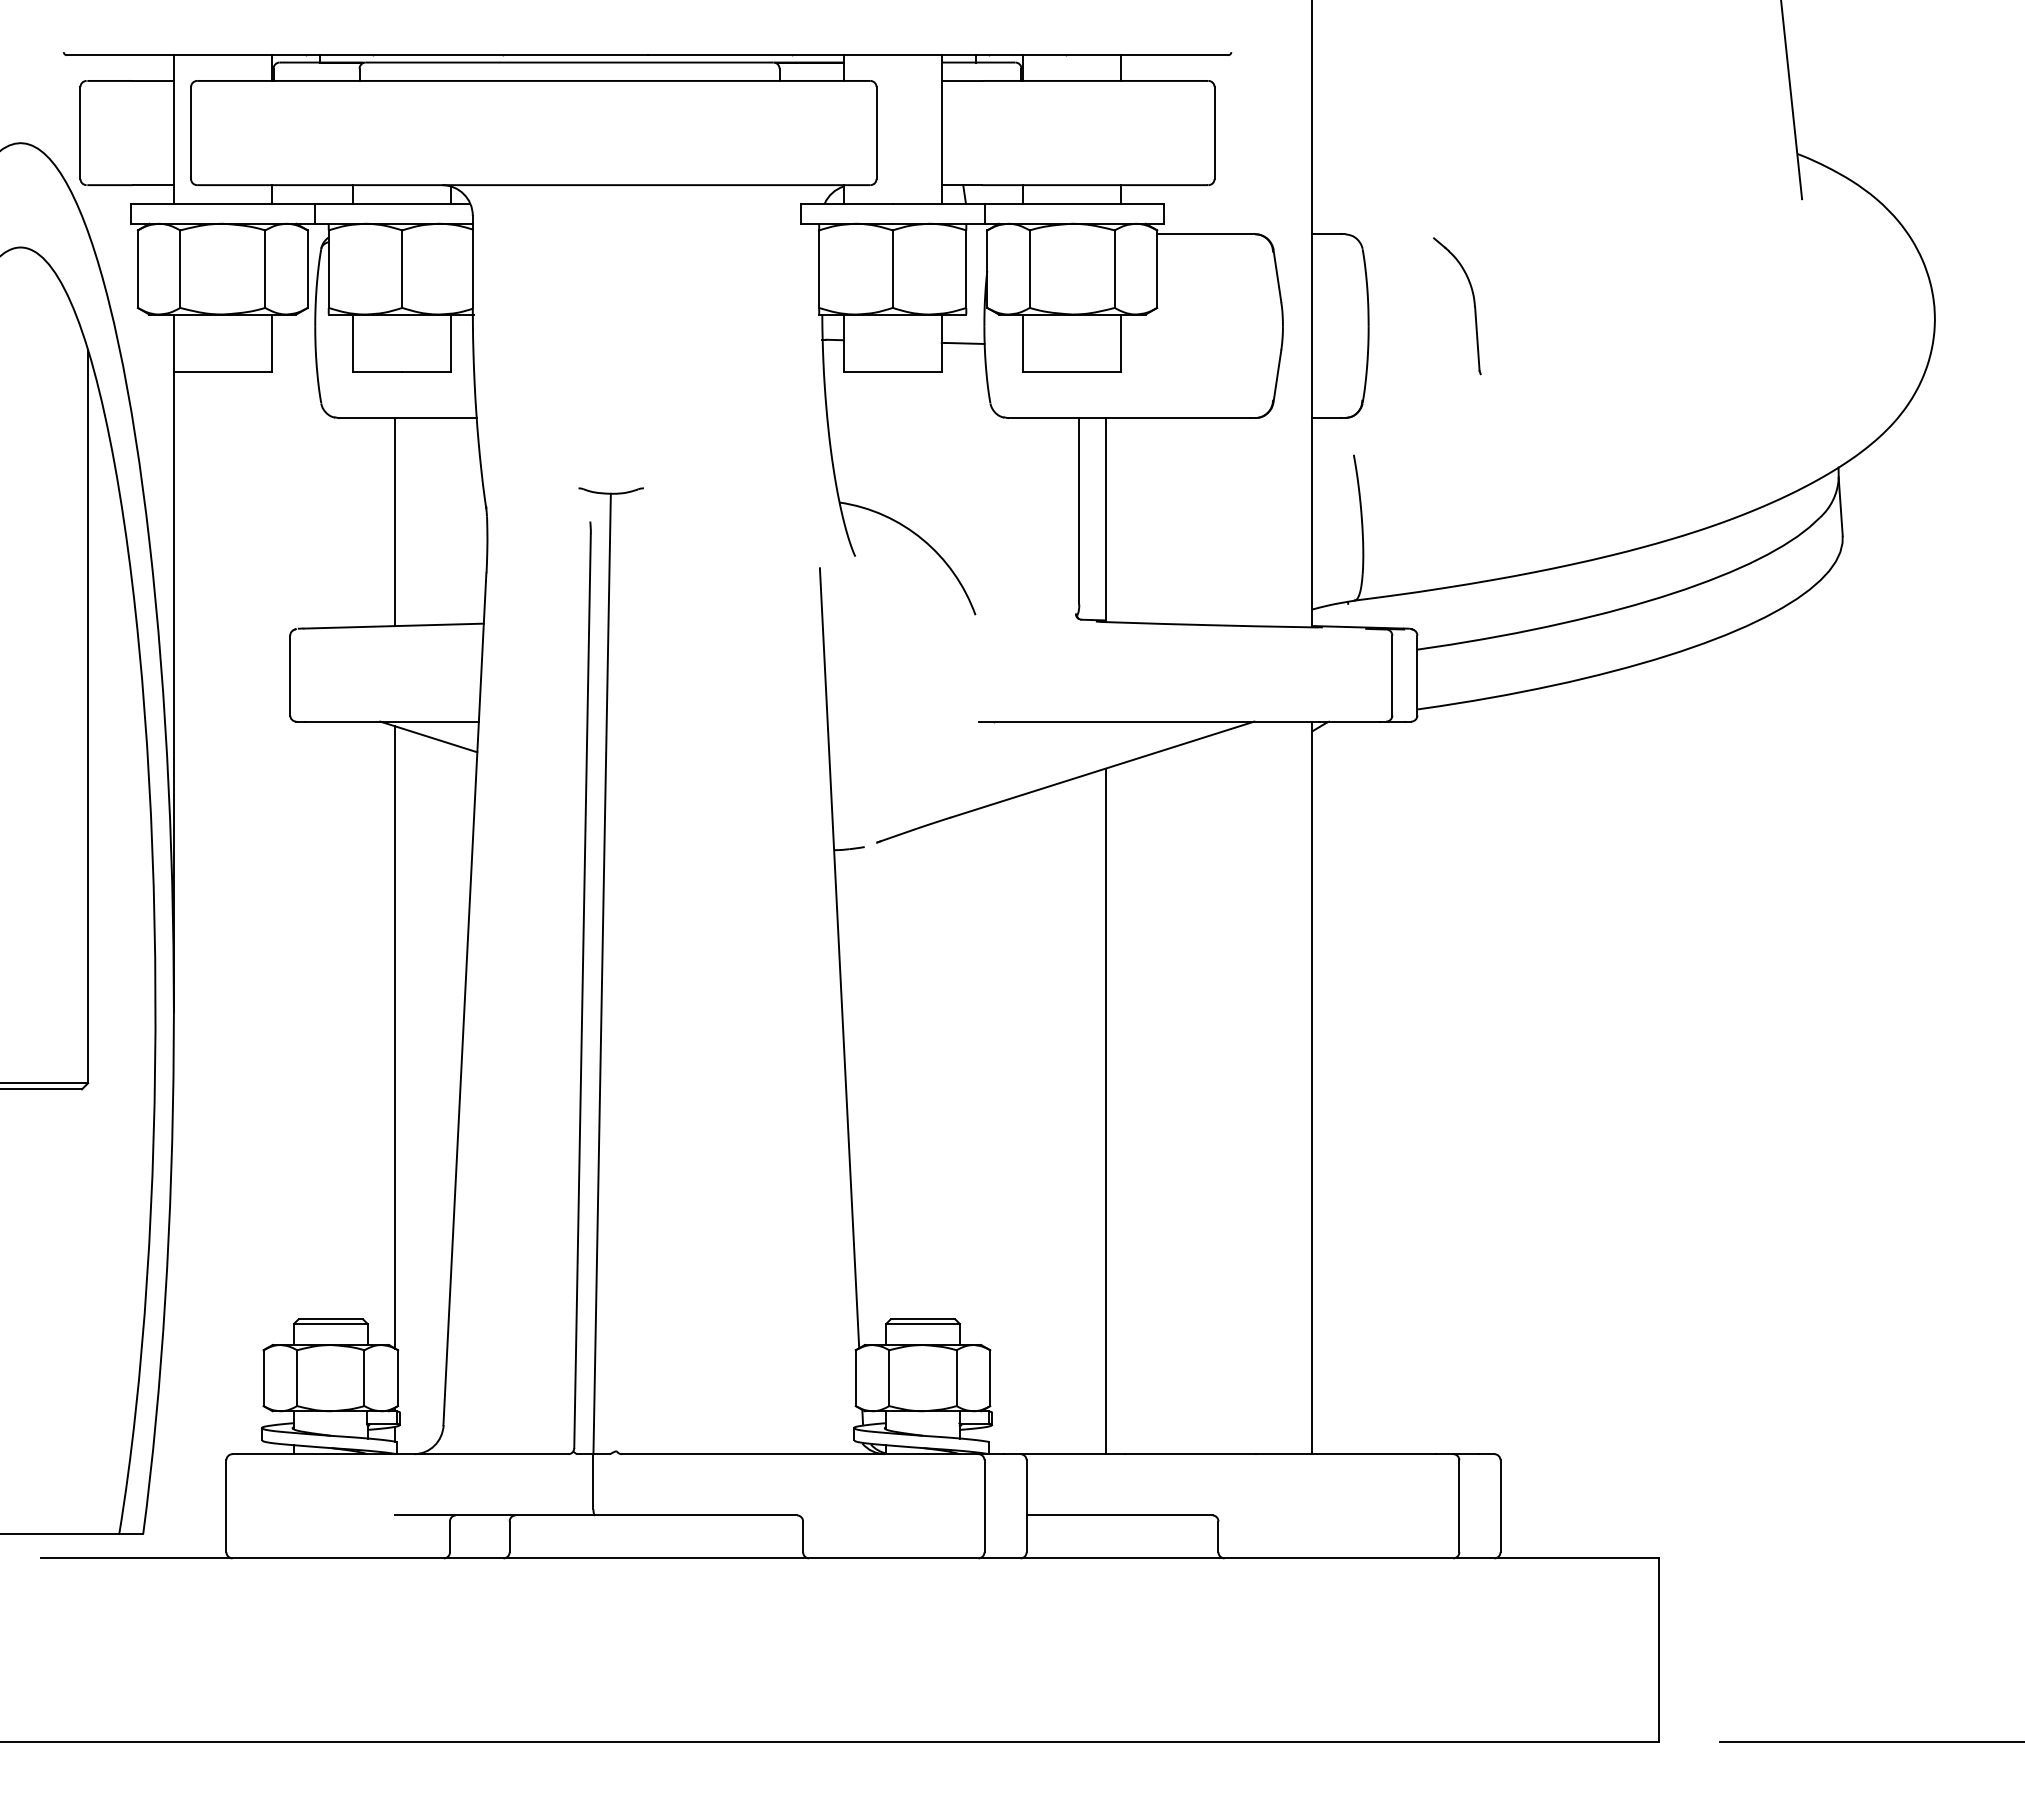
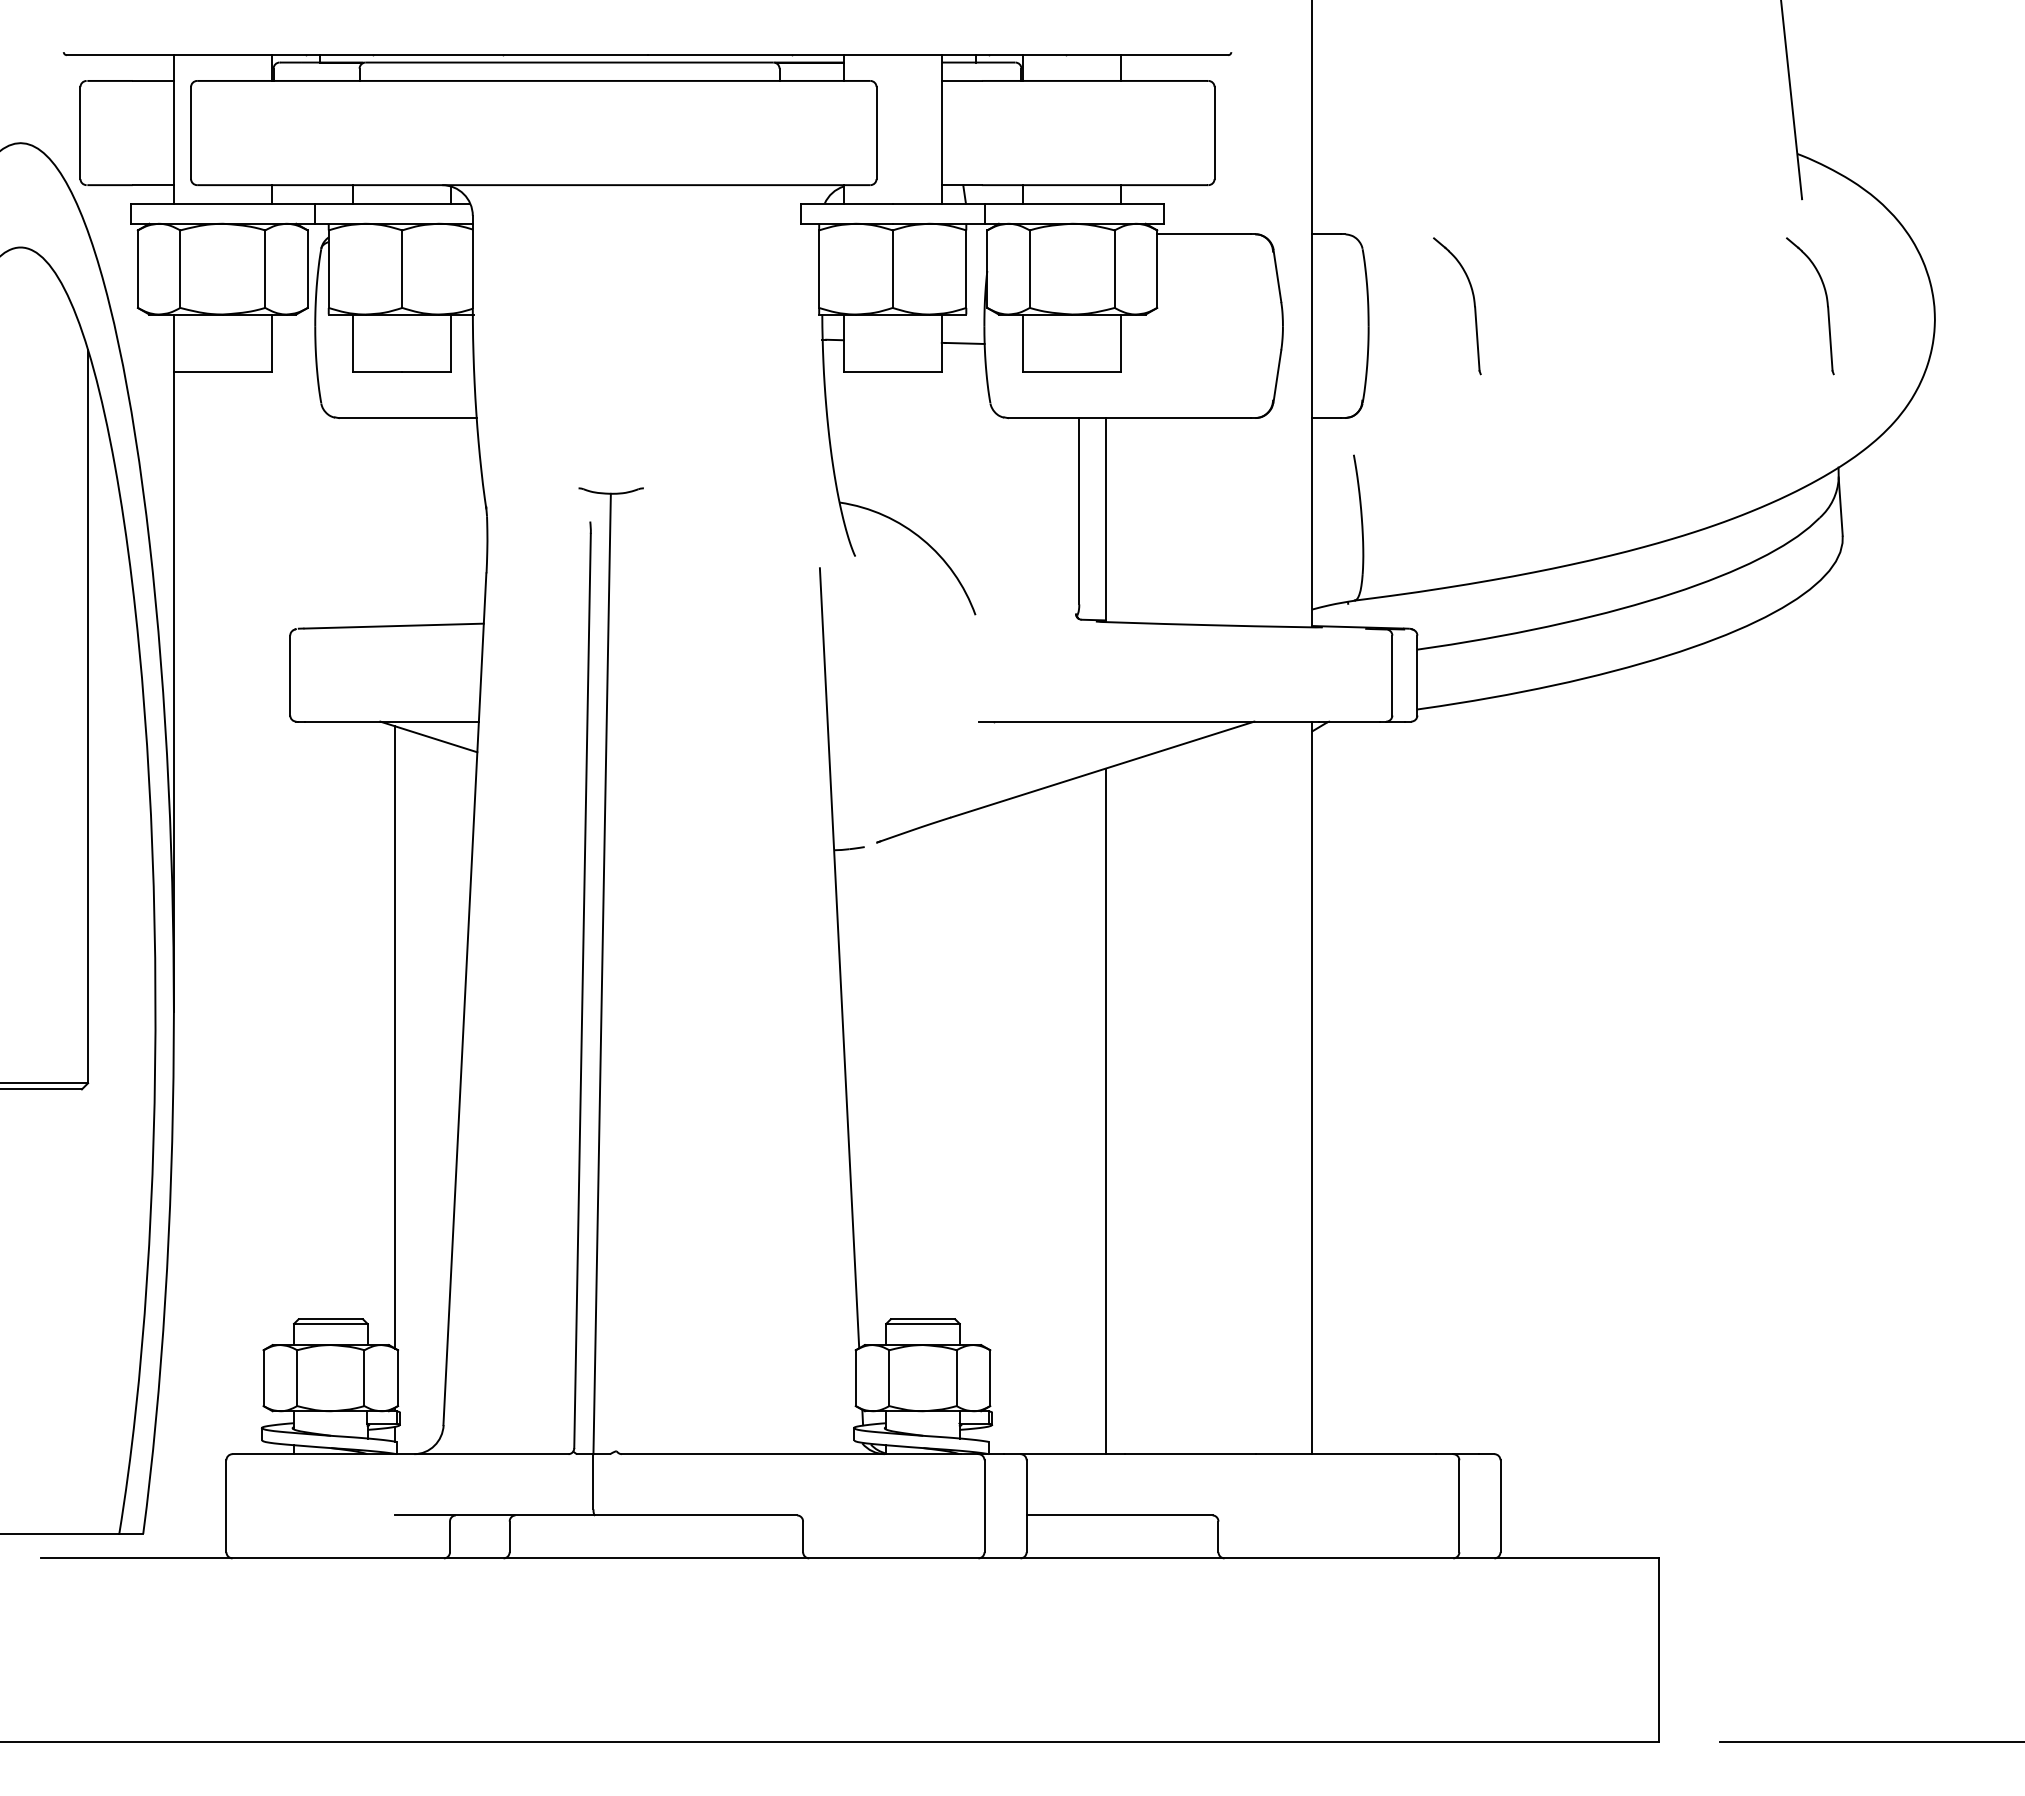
part at (1826, 304): none -> present
line at (395, 522): present -> none
